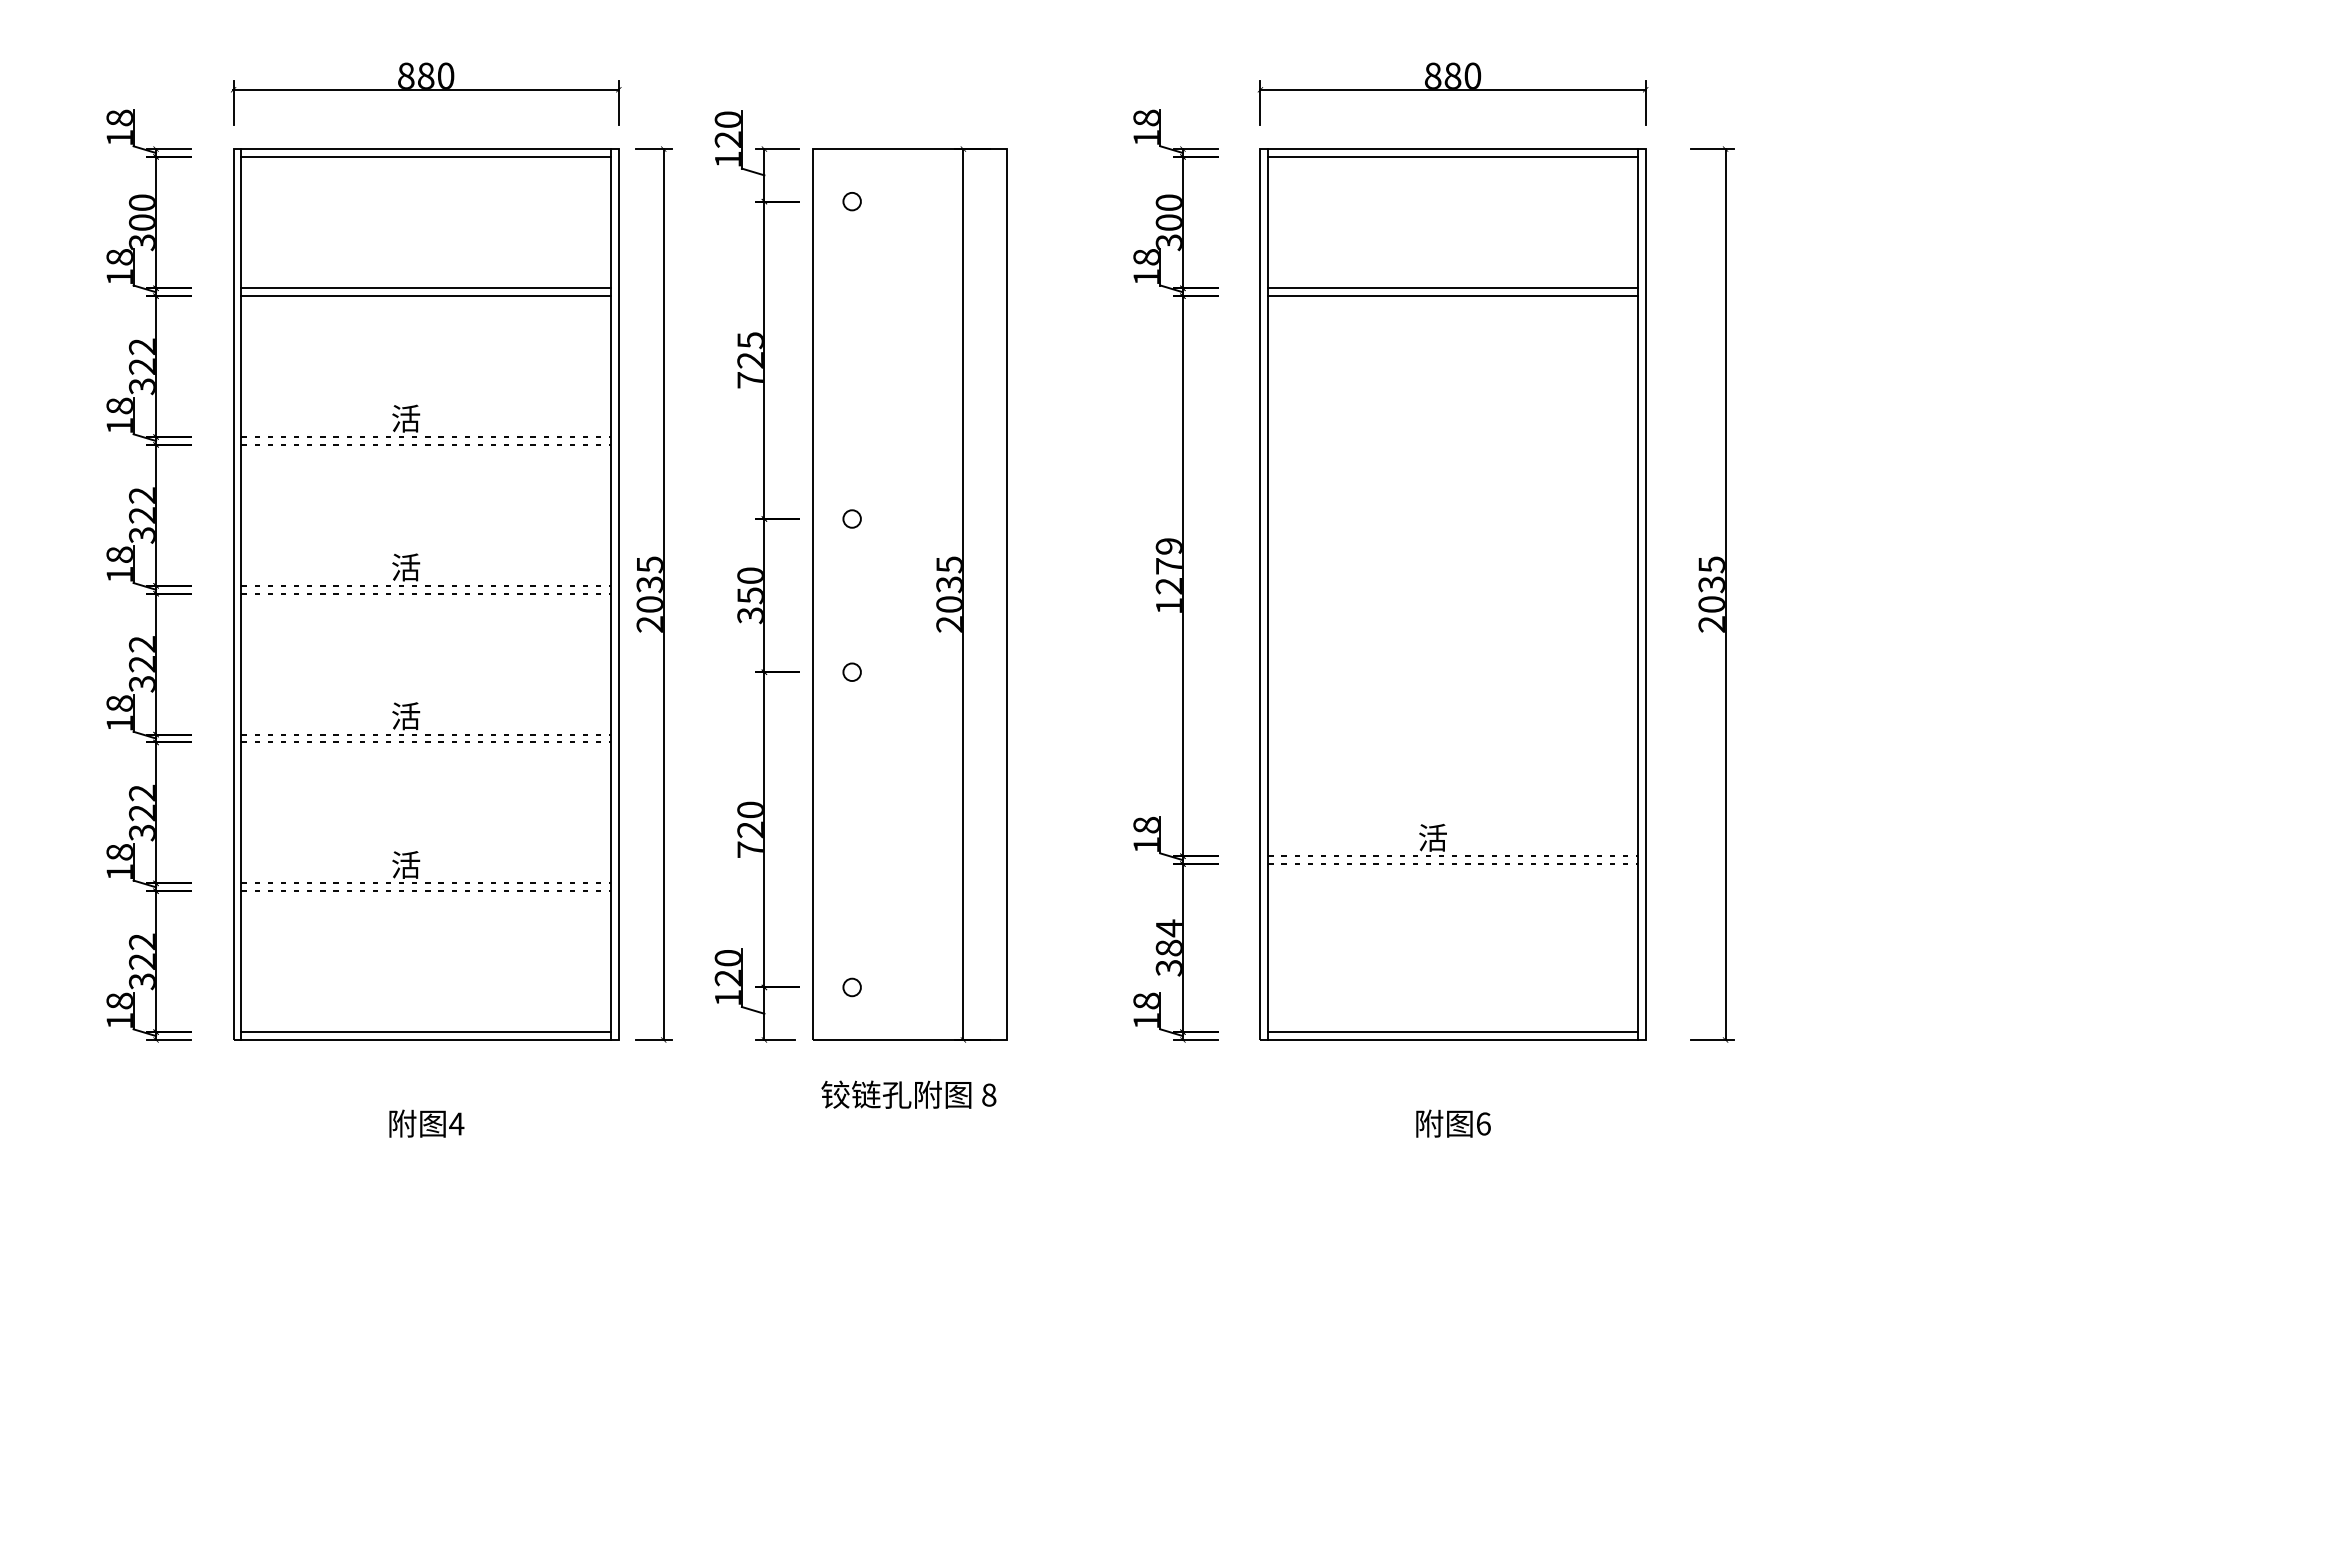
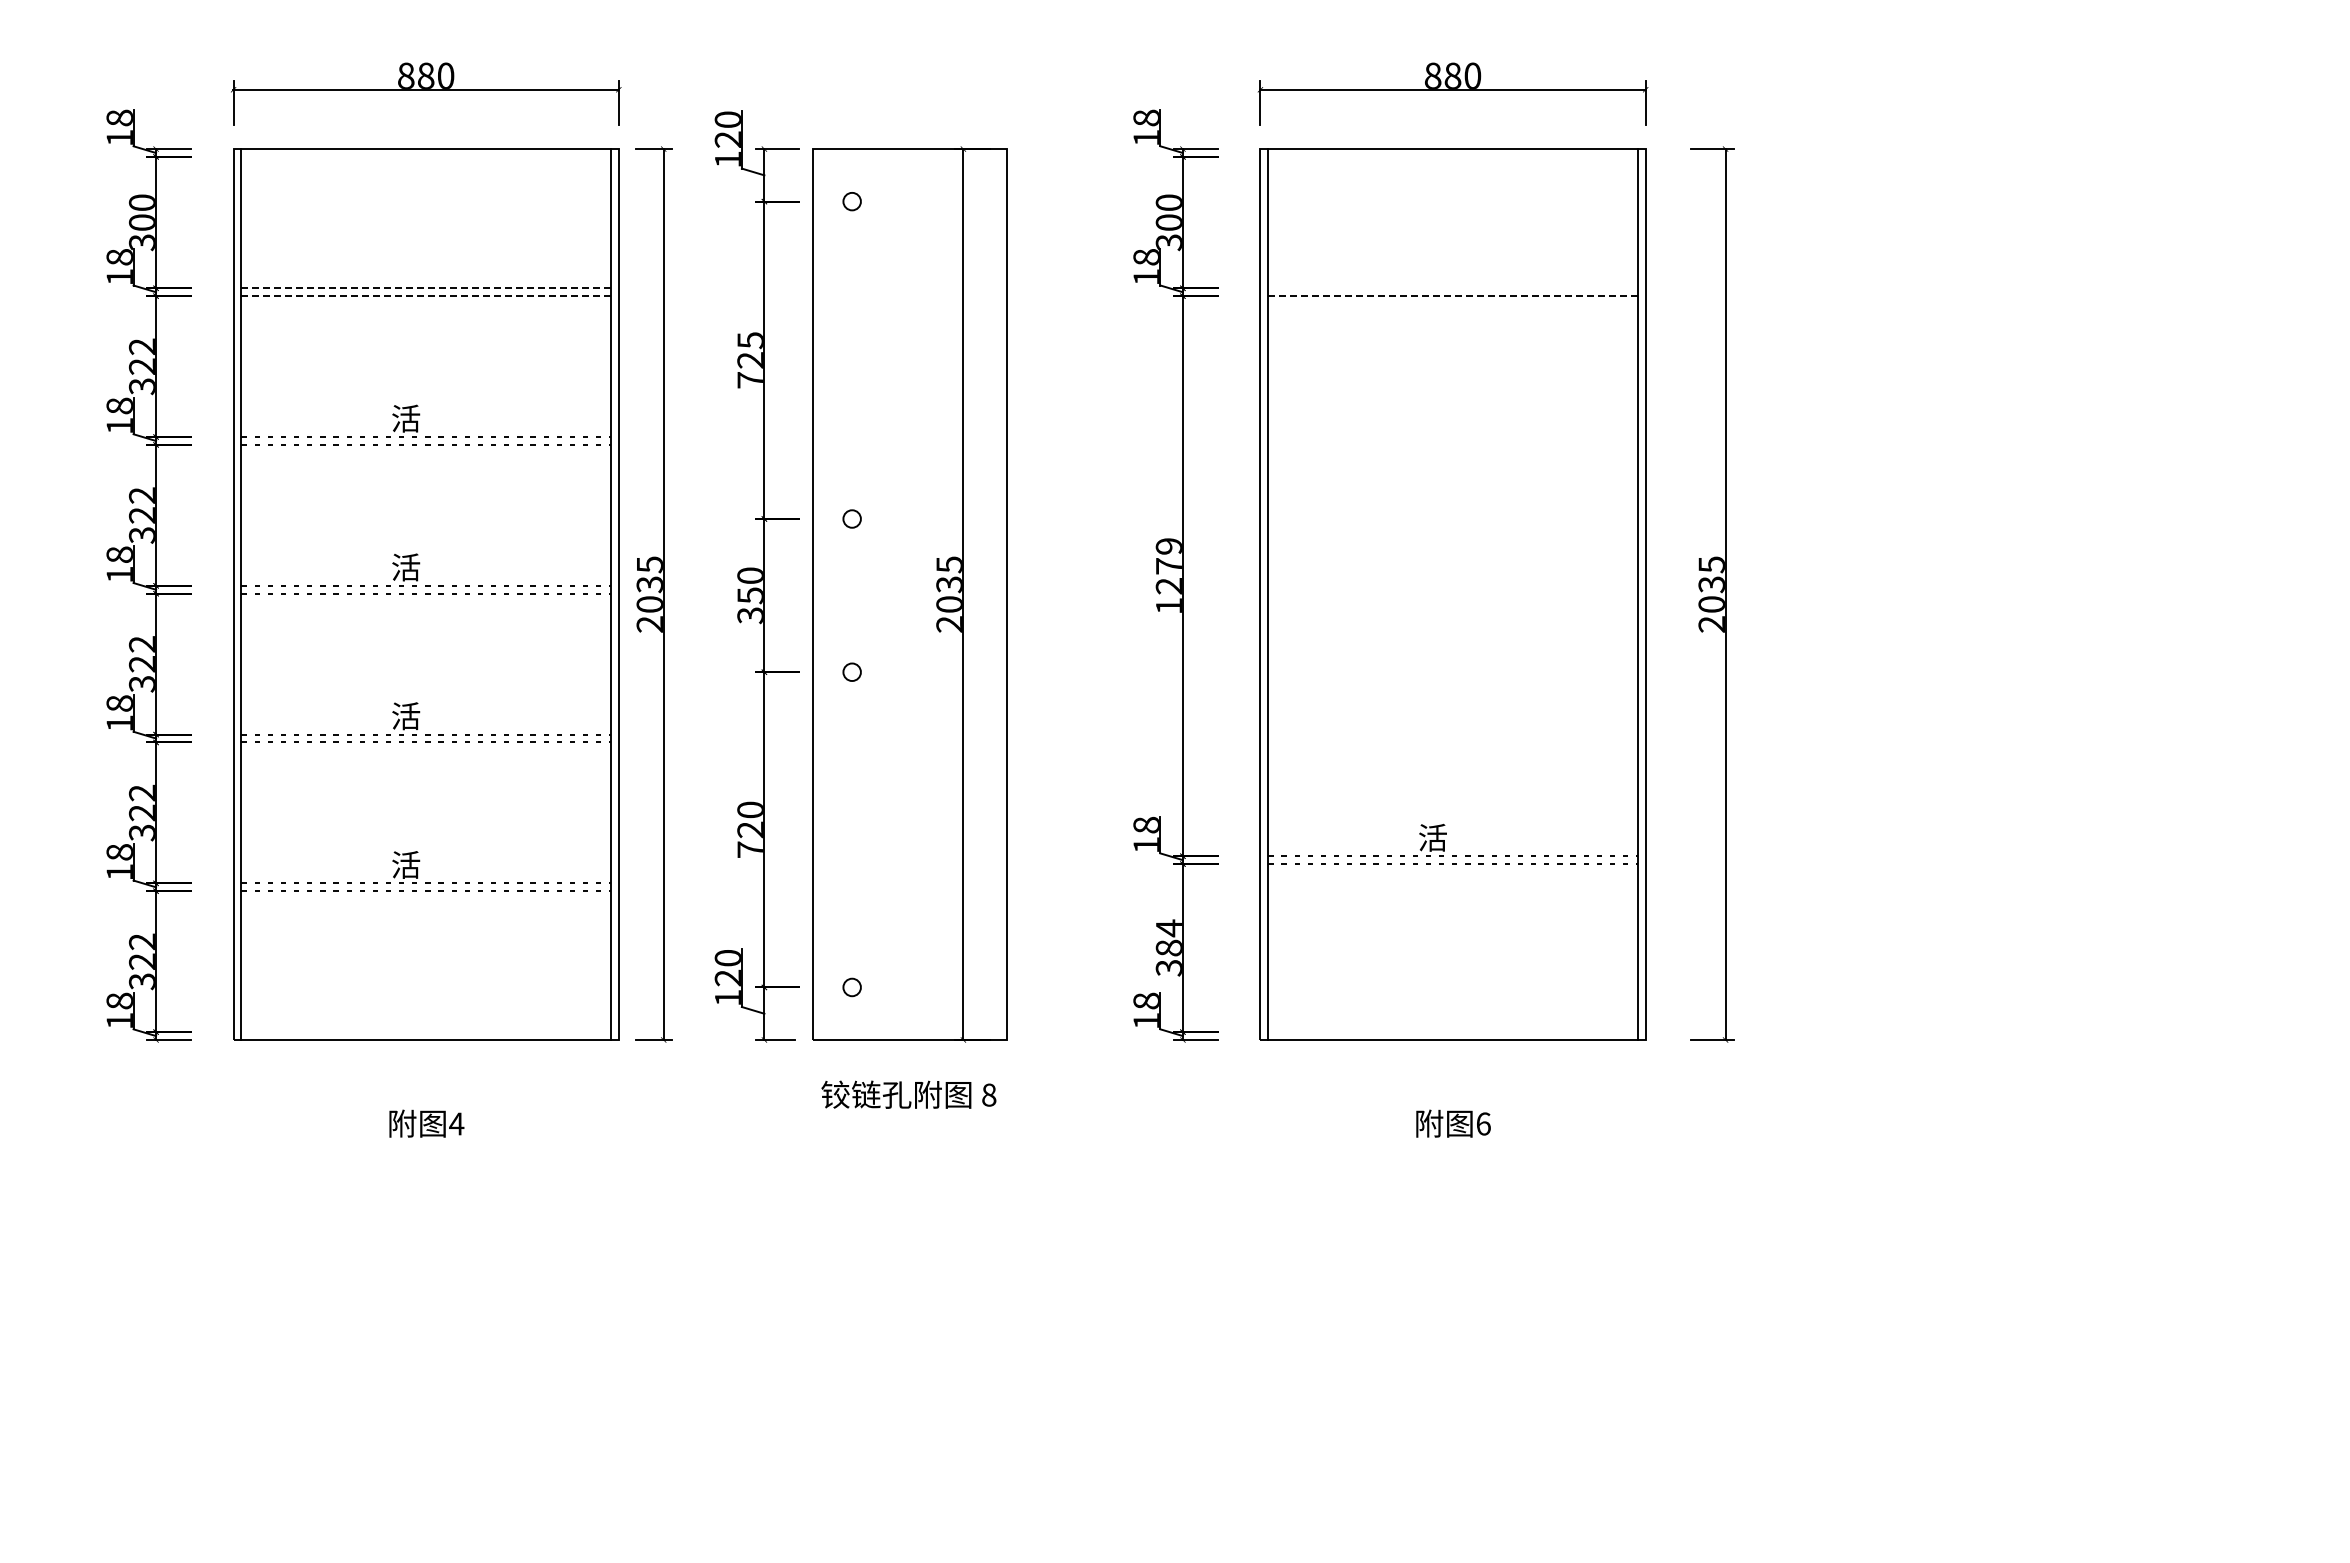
line at (425, 156): present -> none
line at (1452, 156): present -> none
line at (426, 288): solid -> dashed
line at (1452, 288): present -> none
line at (426, 296): solid -> dashed
line at (1453, 296): solid -> dashed
line at (425, 1032): present -> none
line at (1452, 1032): present -> none
